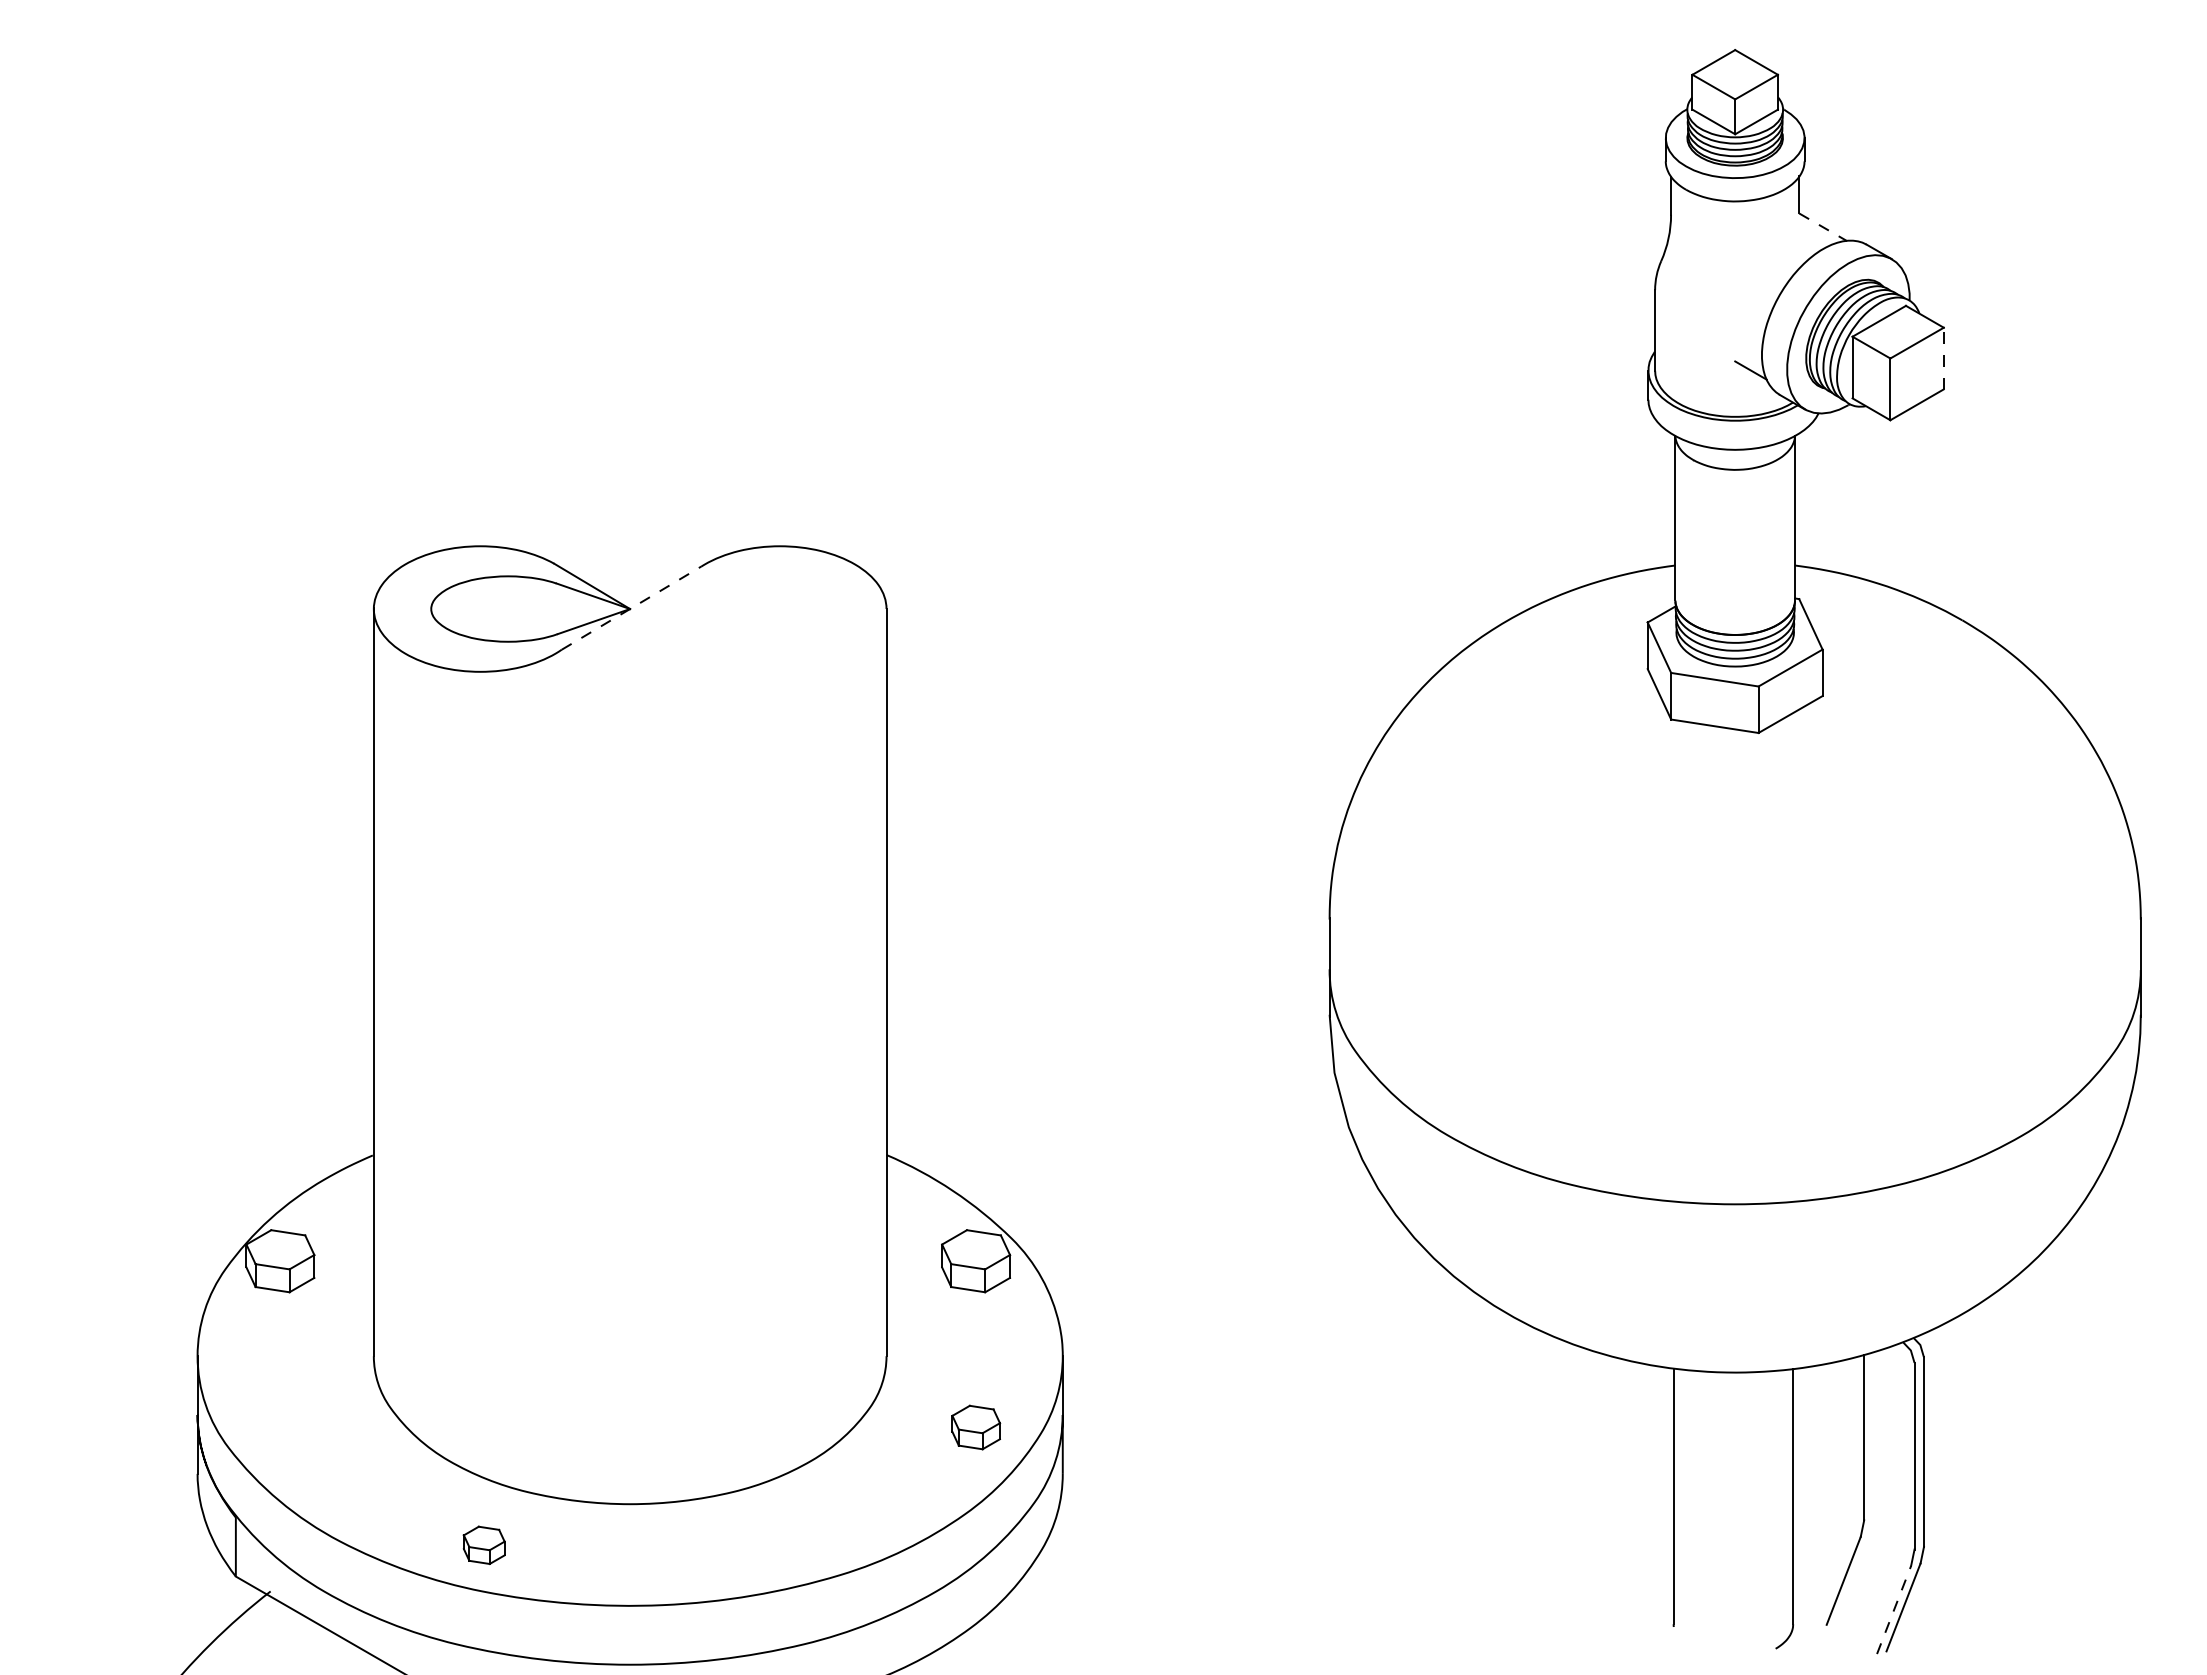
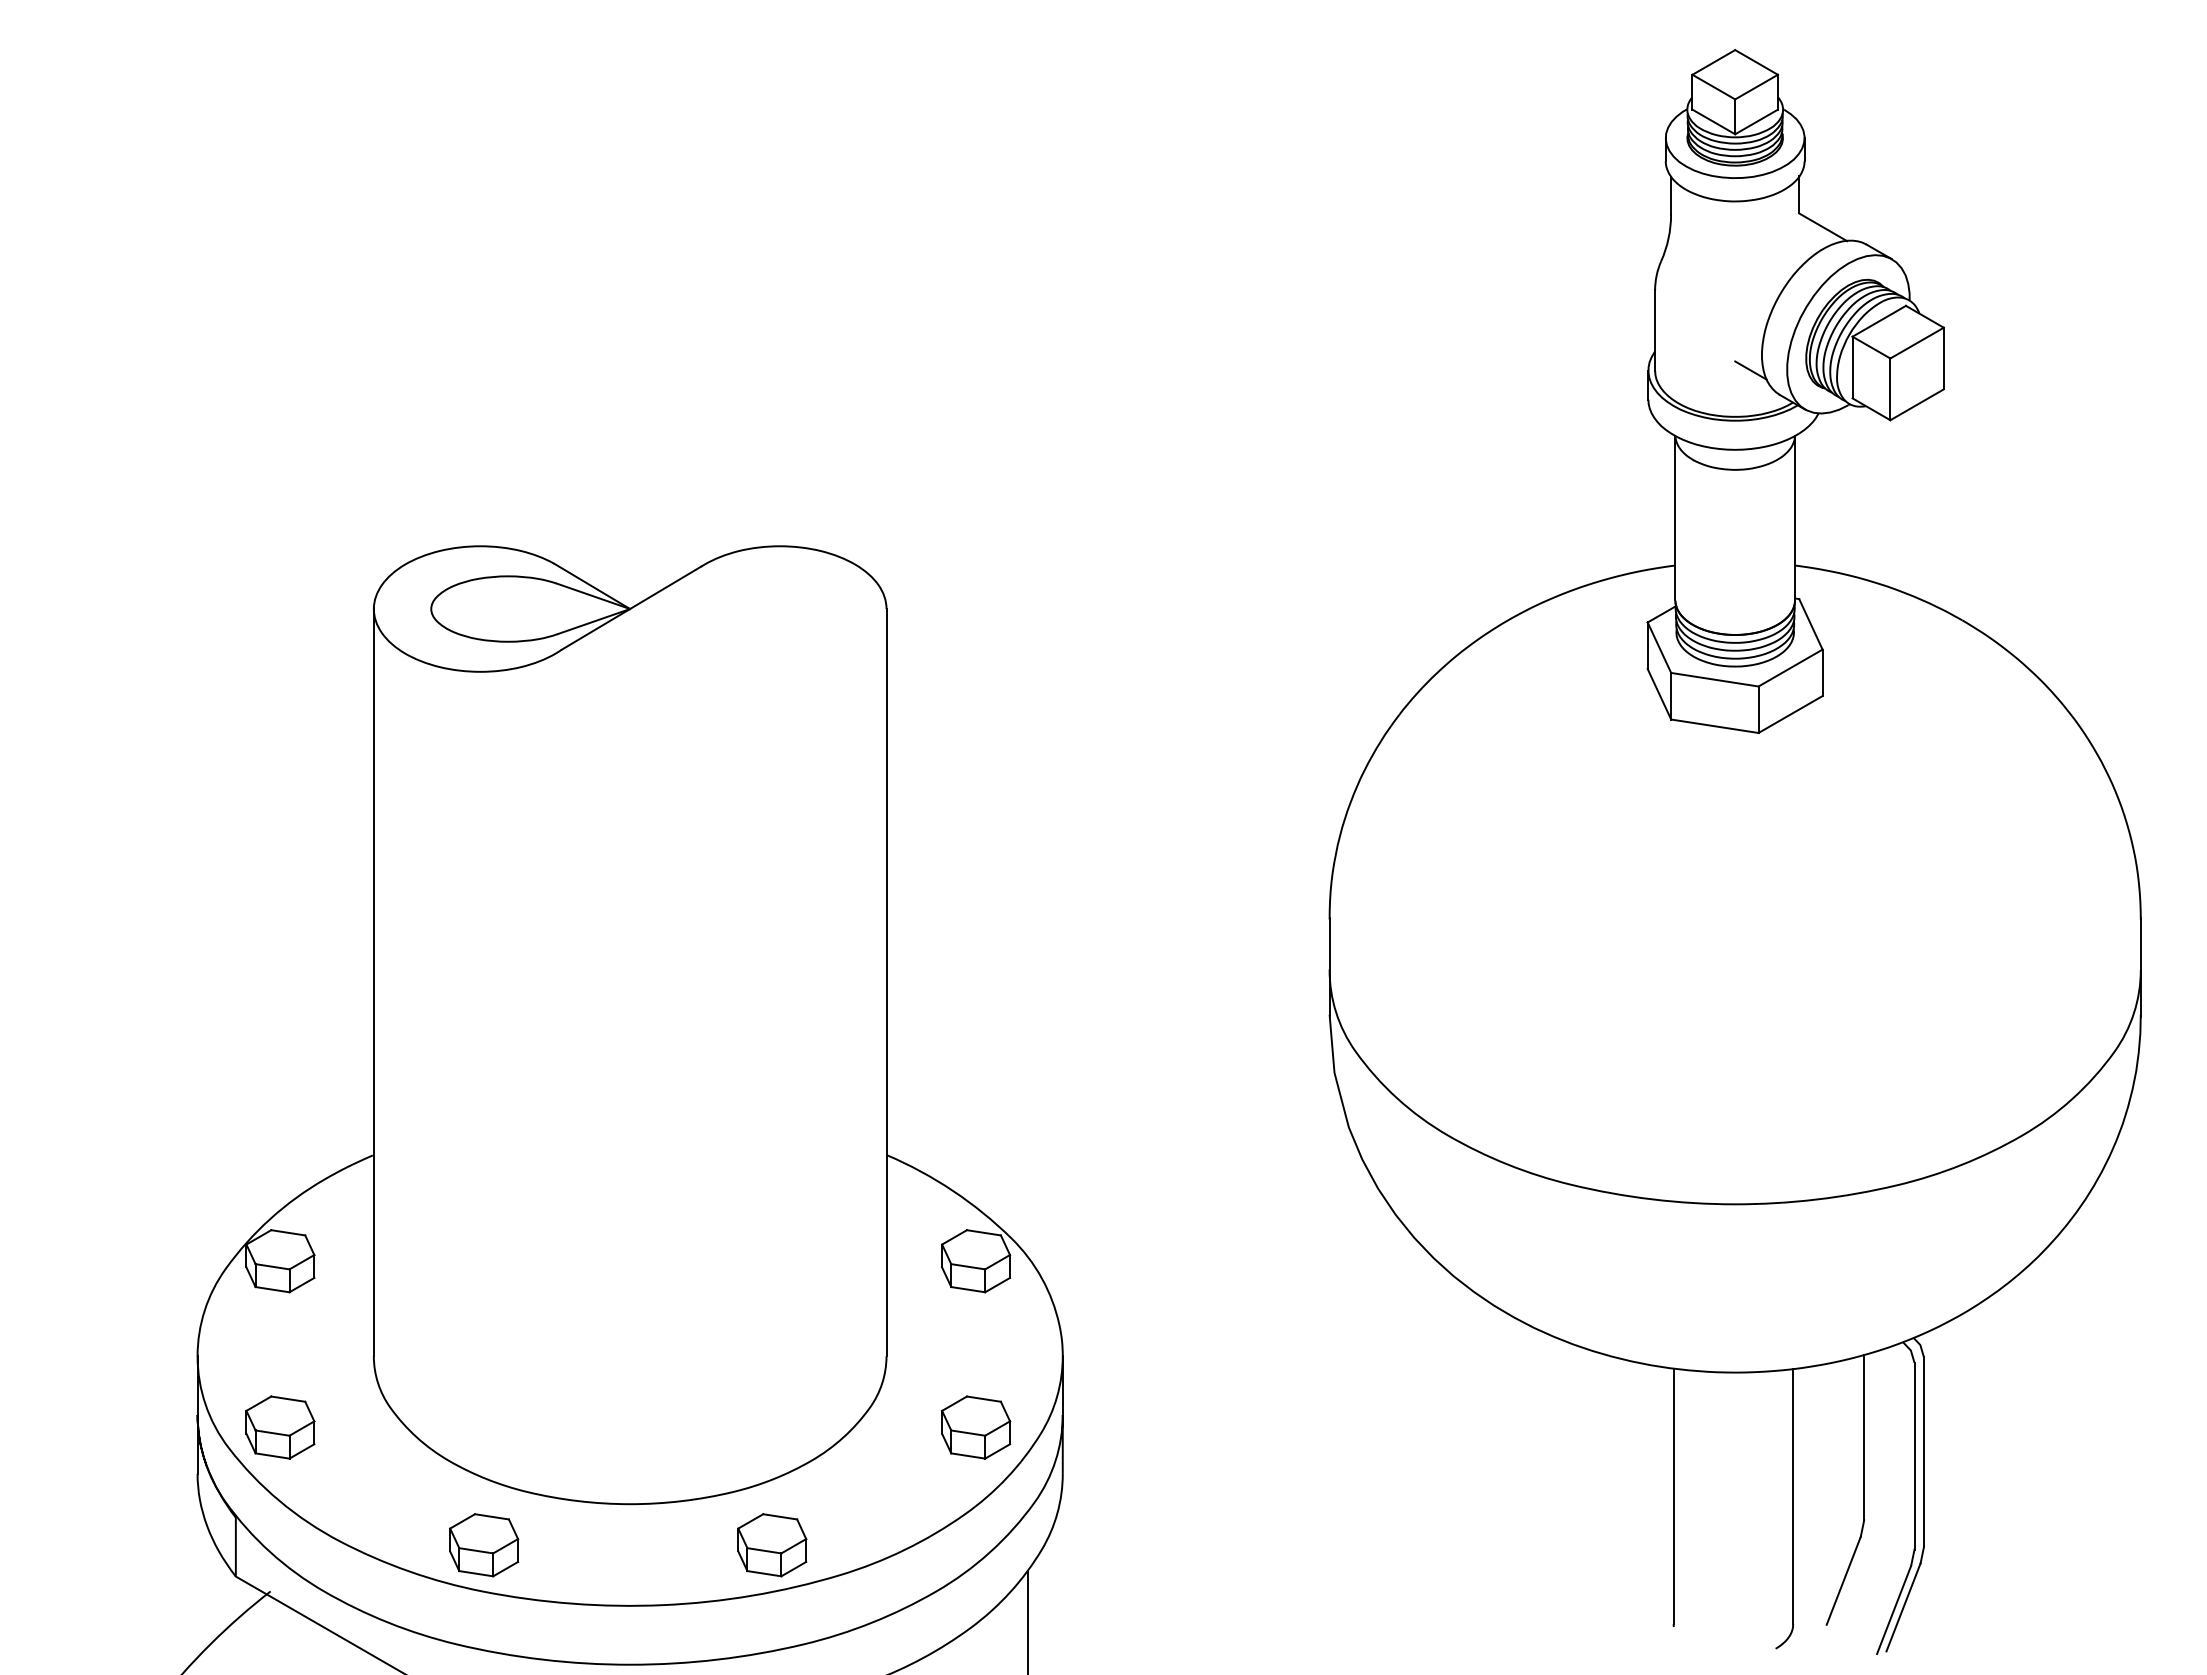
line at (1823, 227): dashed -> solid
line at (1943, 358): dashed -> solid
line at (631, 607): dashed -> solid
part at (280, 1427): none -> present
part at (976, 1427) size: 51x47 px -> 71x65 px
part at (483, 1544) size: 44x40 px -> 71x65 px
part at (772, 1545): none -> present
line at (1894, 1609): dashed -> solid
line at (1027, 1620): none -> present
